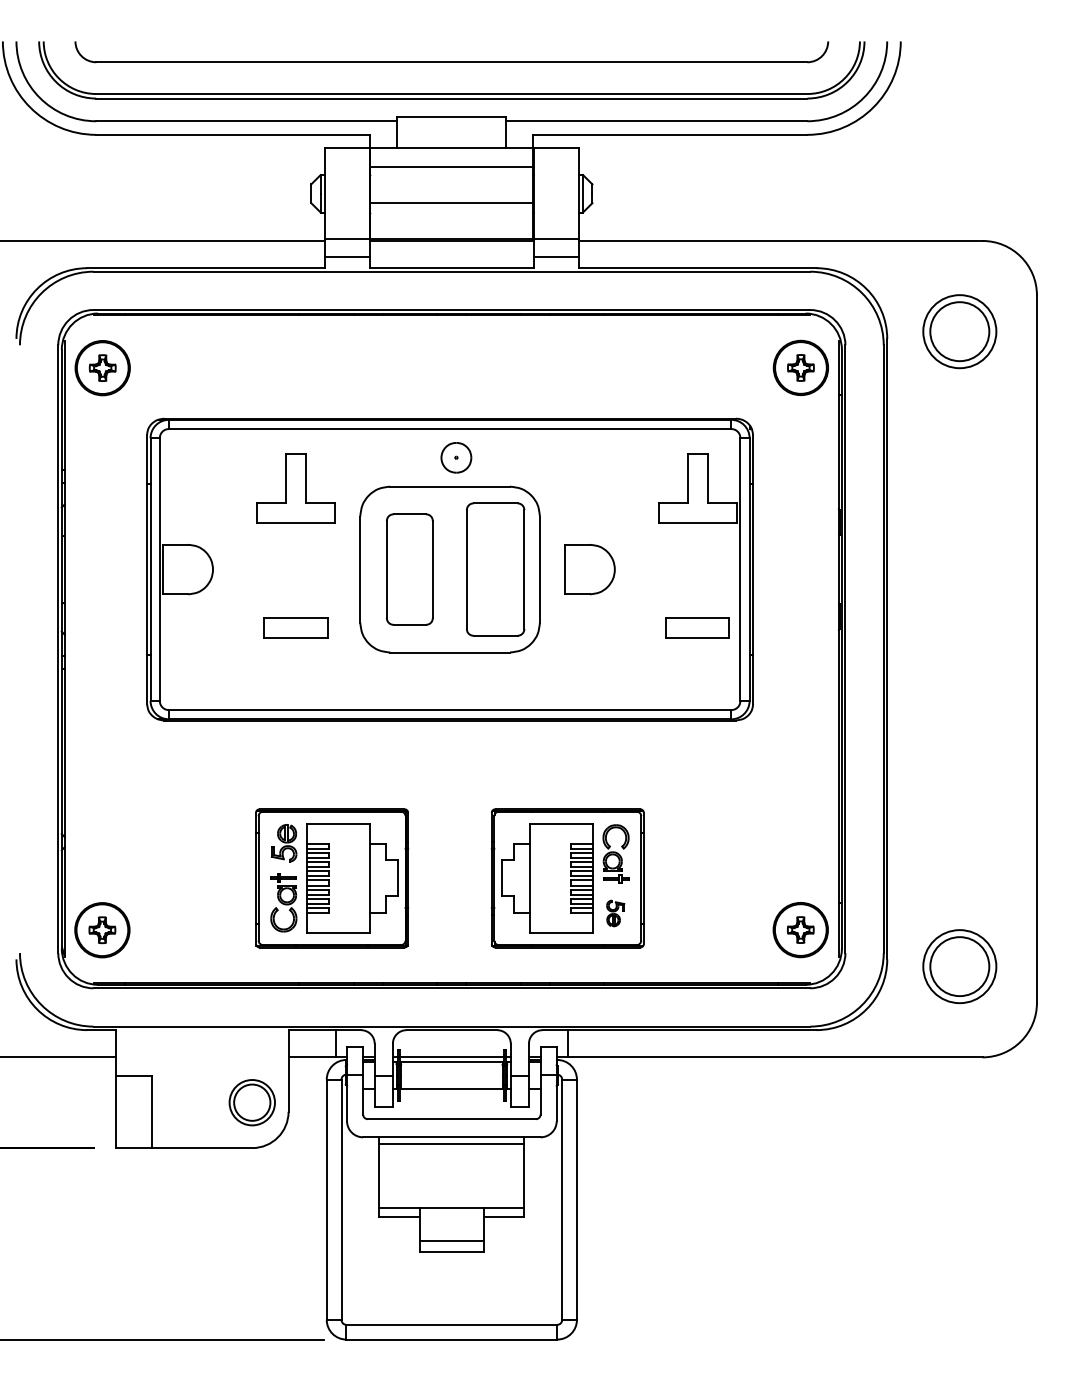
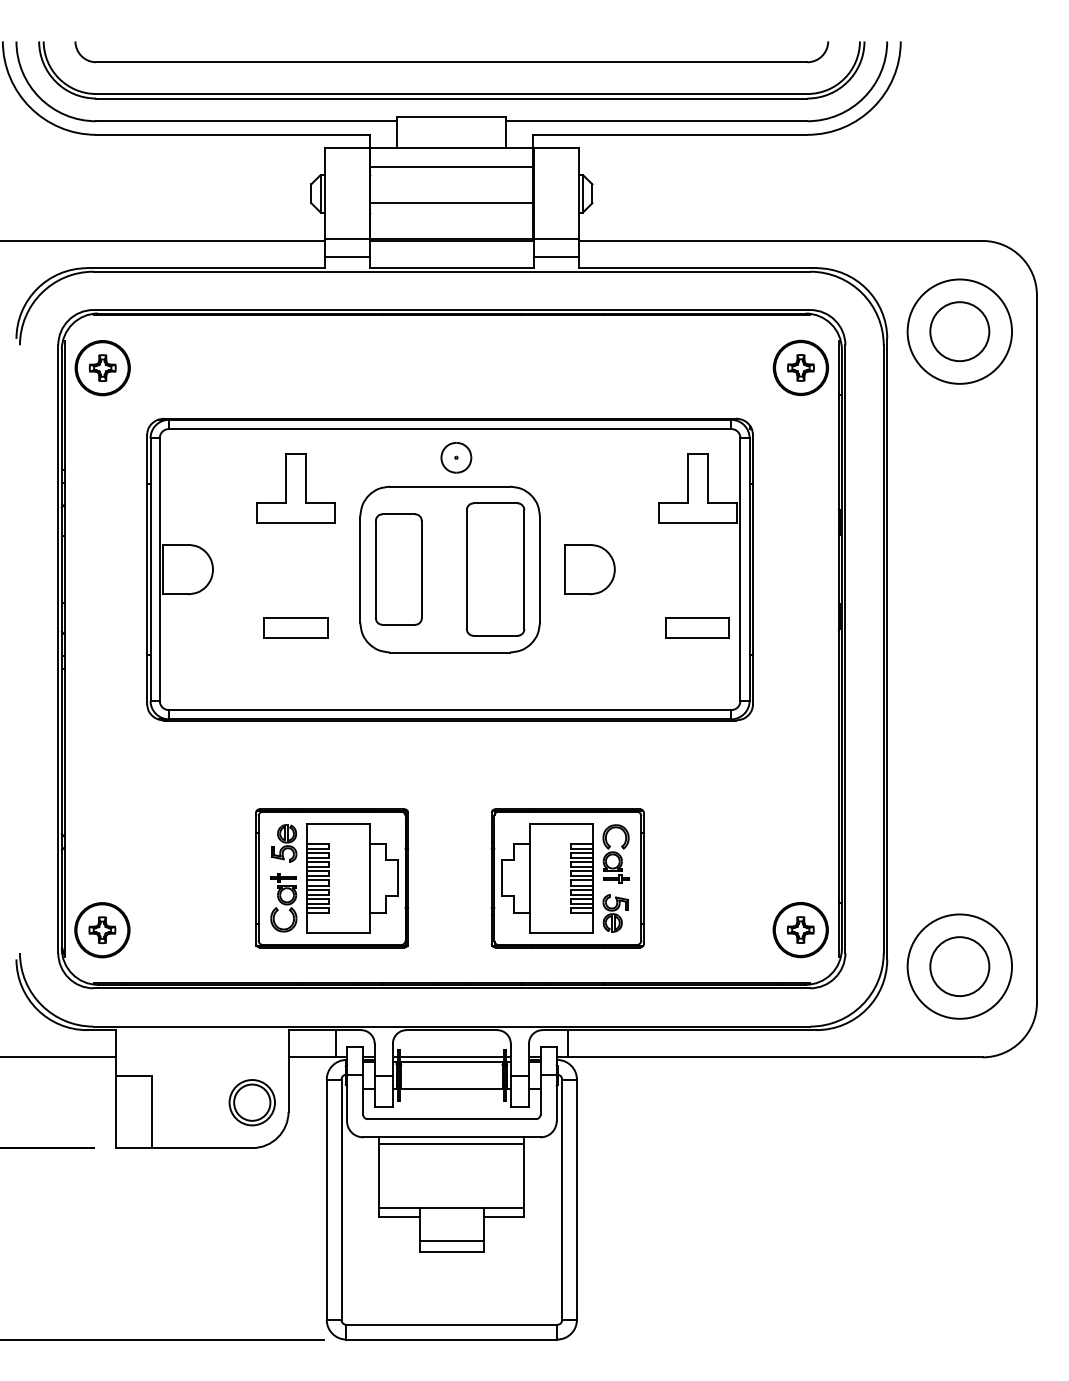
circle at (959, 331) diameter: 73 px -> 104 px
part at (409, 569) position: (409, 569) -> (398, 569)
part at (615, 913) size: 20x29 px -> 27x39 px
circle at (959, 966) diameter: 73 px -> 104 px
